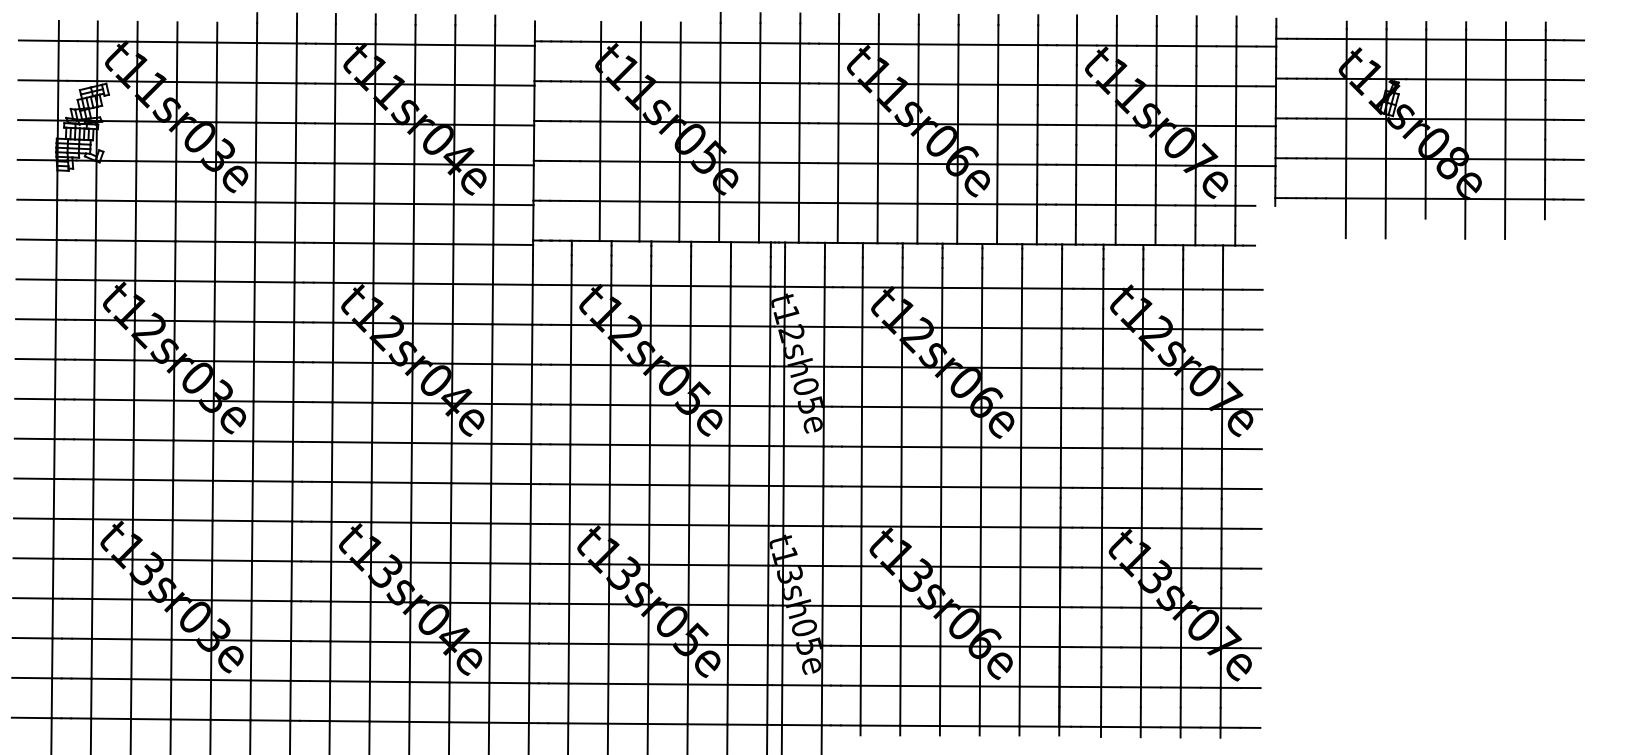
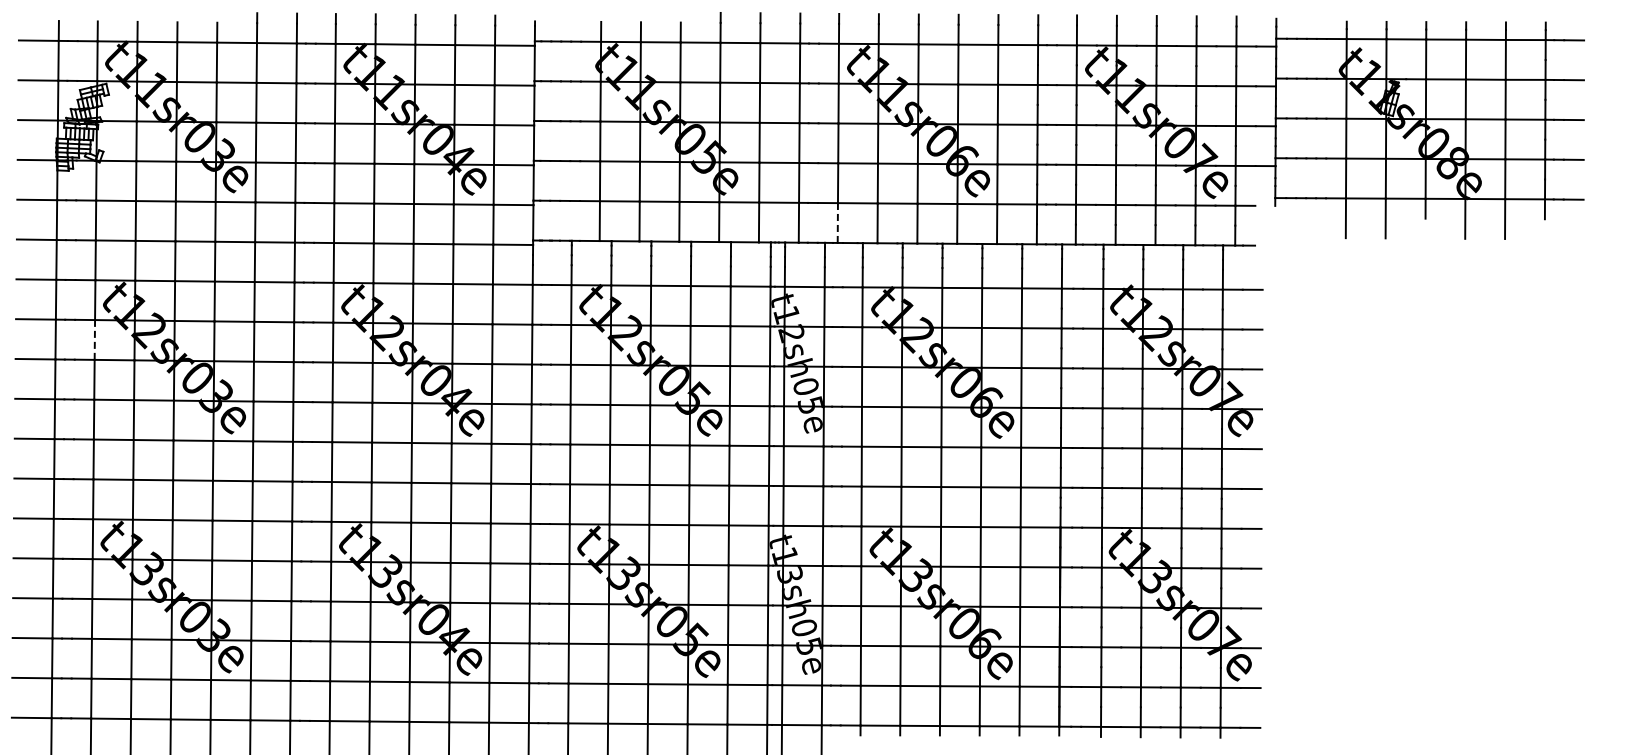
line at (837, 223): solid -> dashed
line at (94, 339): solid -> dashed
